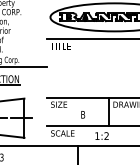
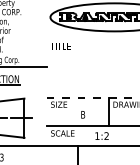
line at (91, 38): present -> none
line at (93, 97): solid -> dashed
